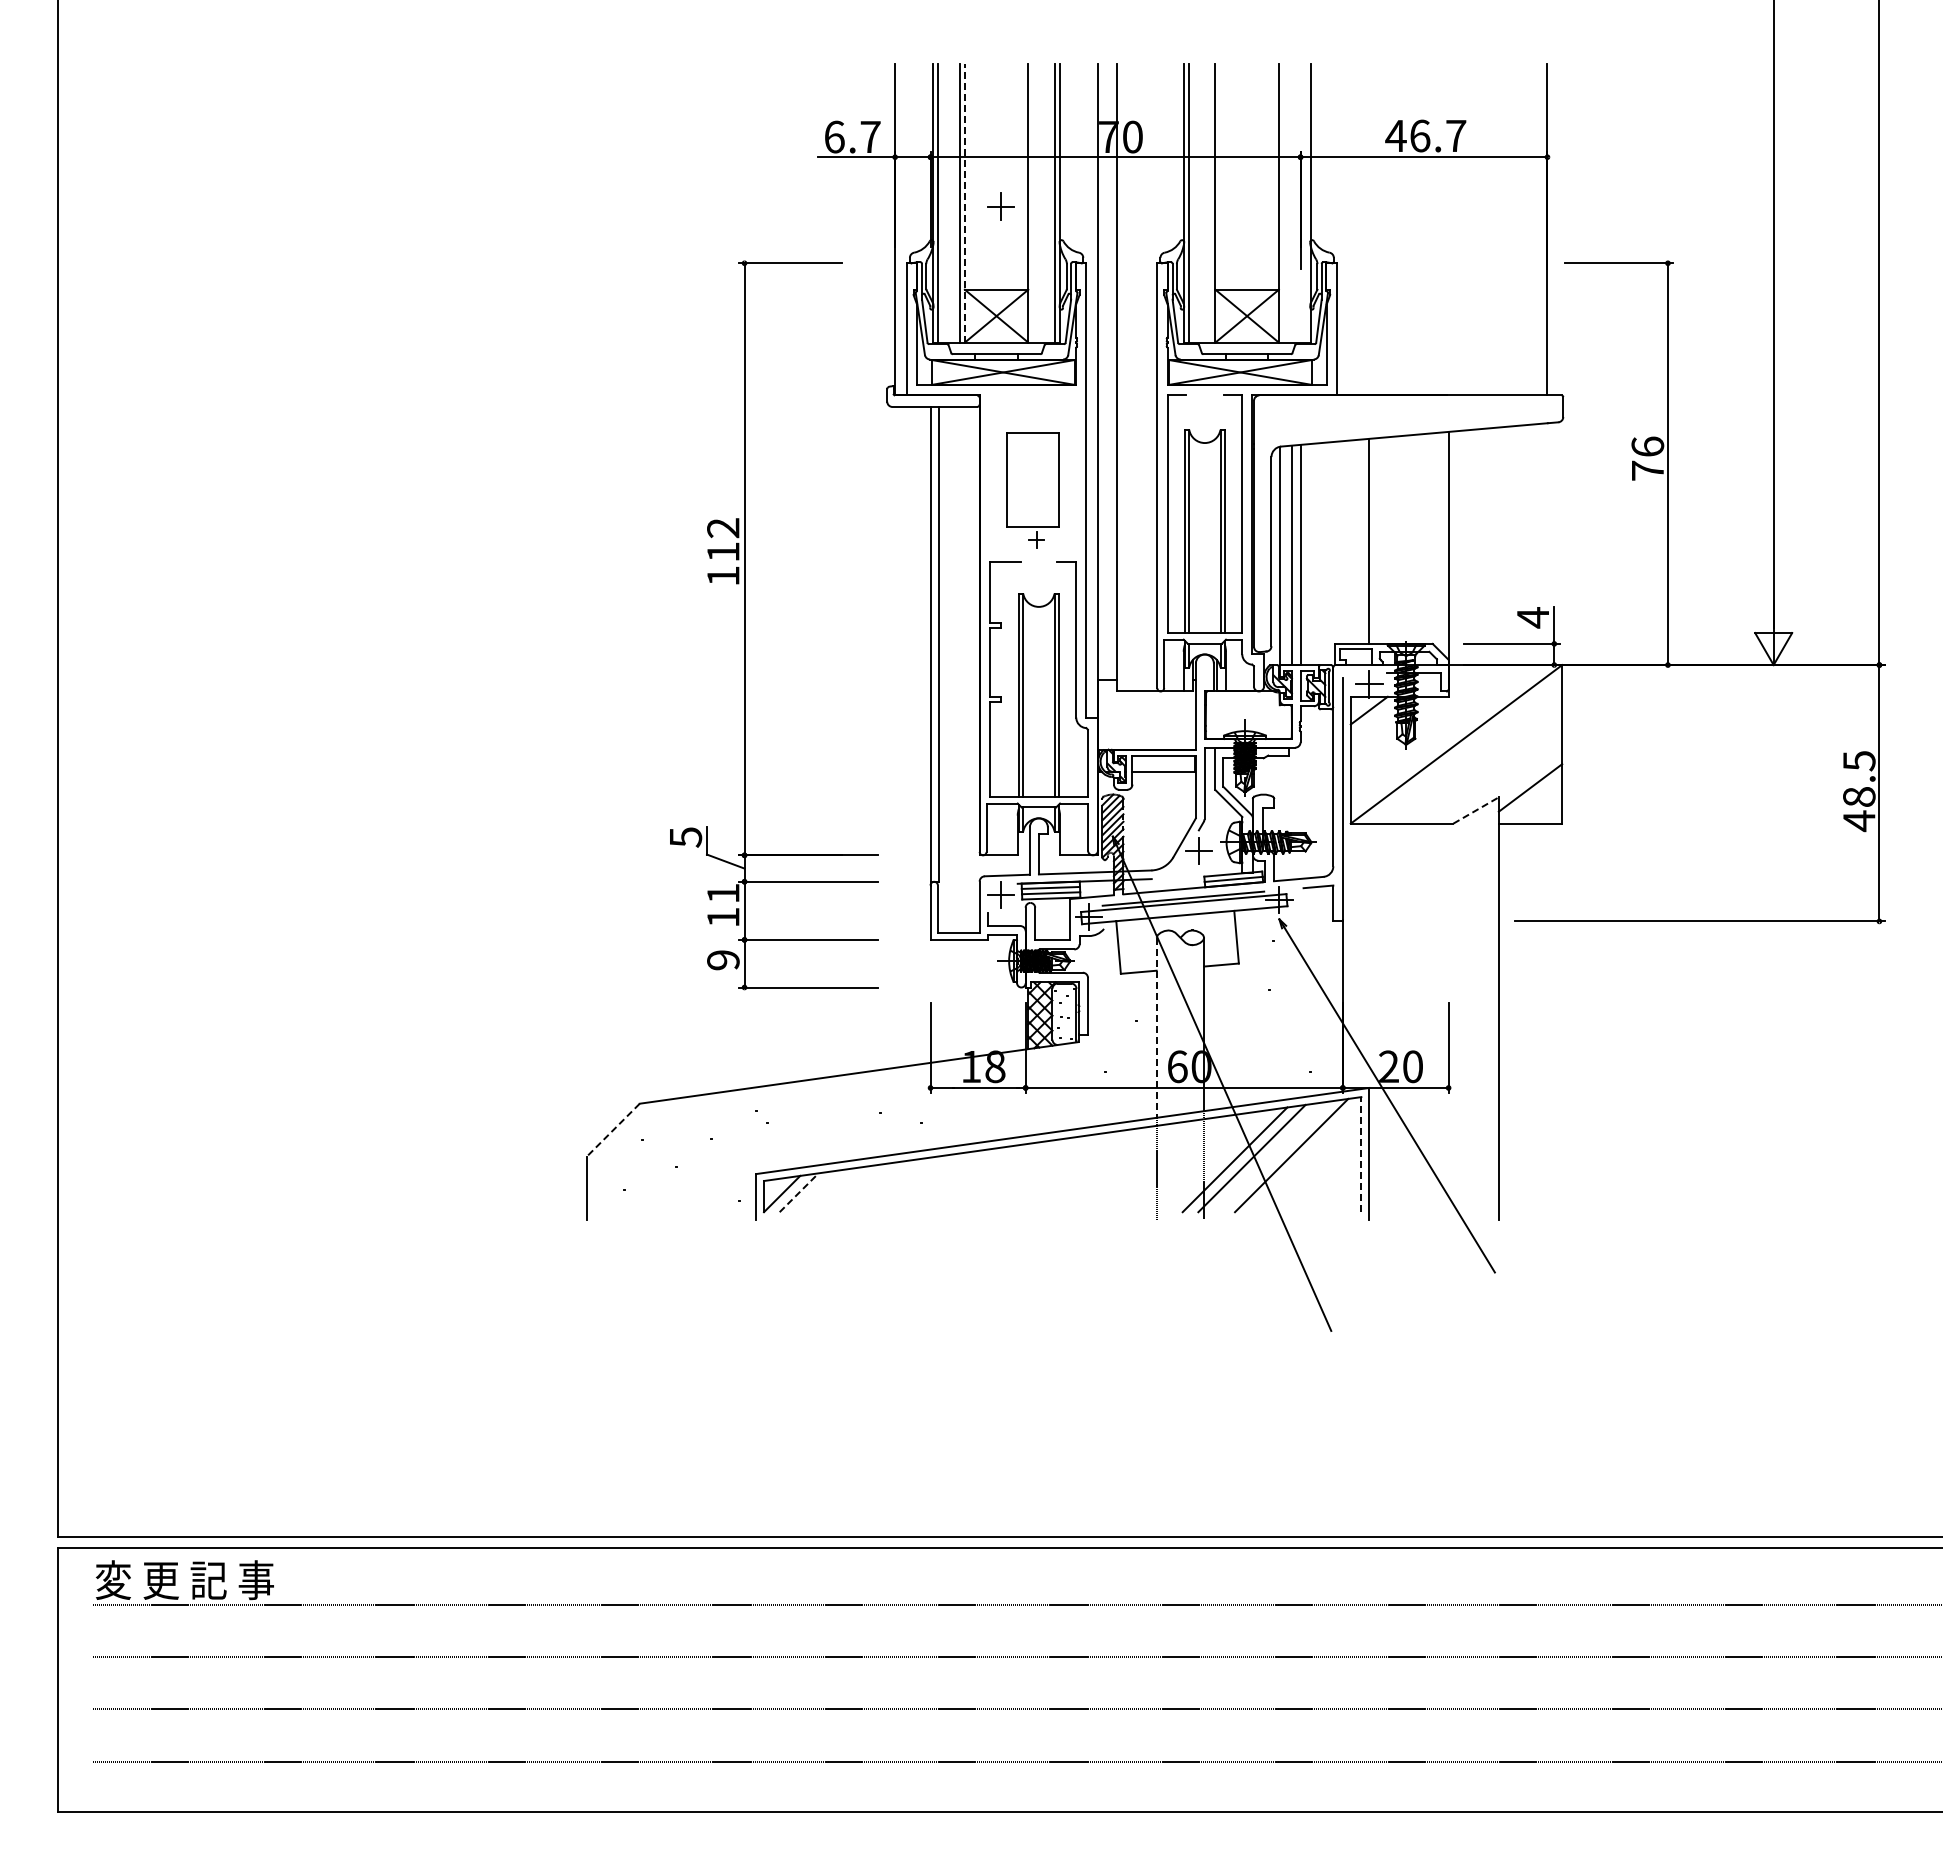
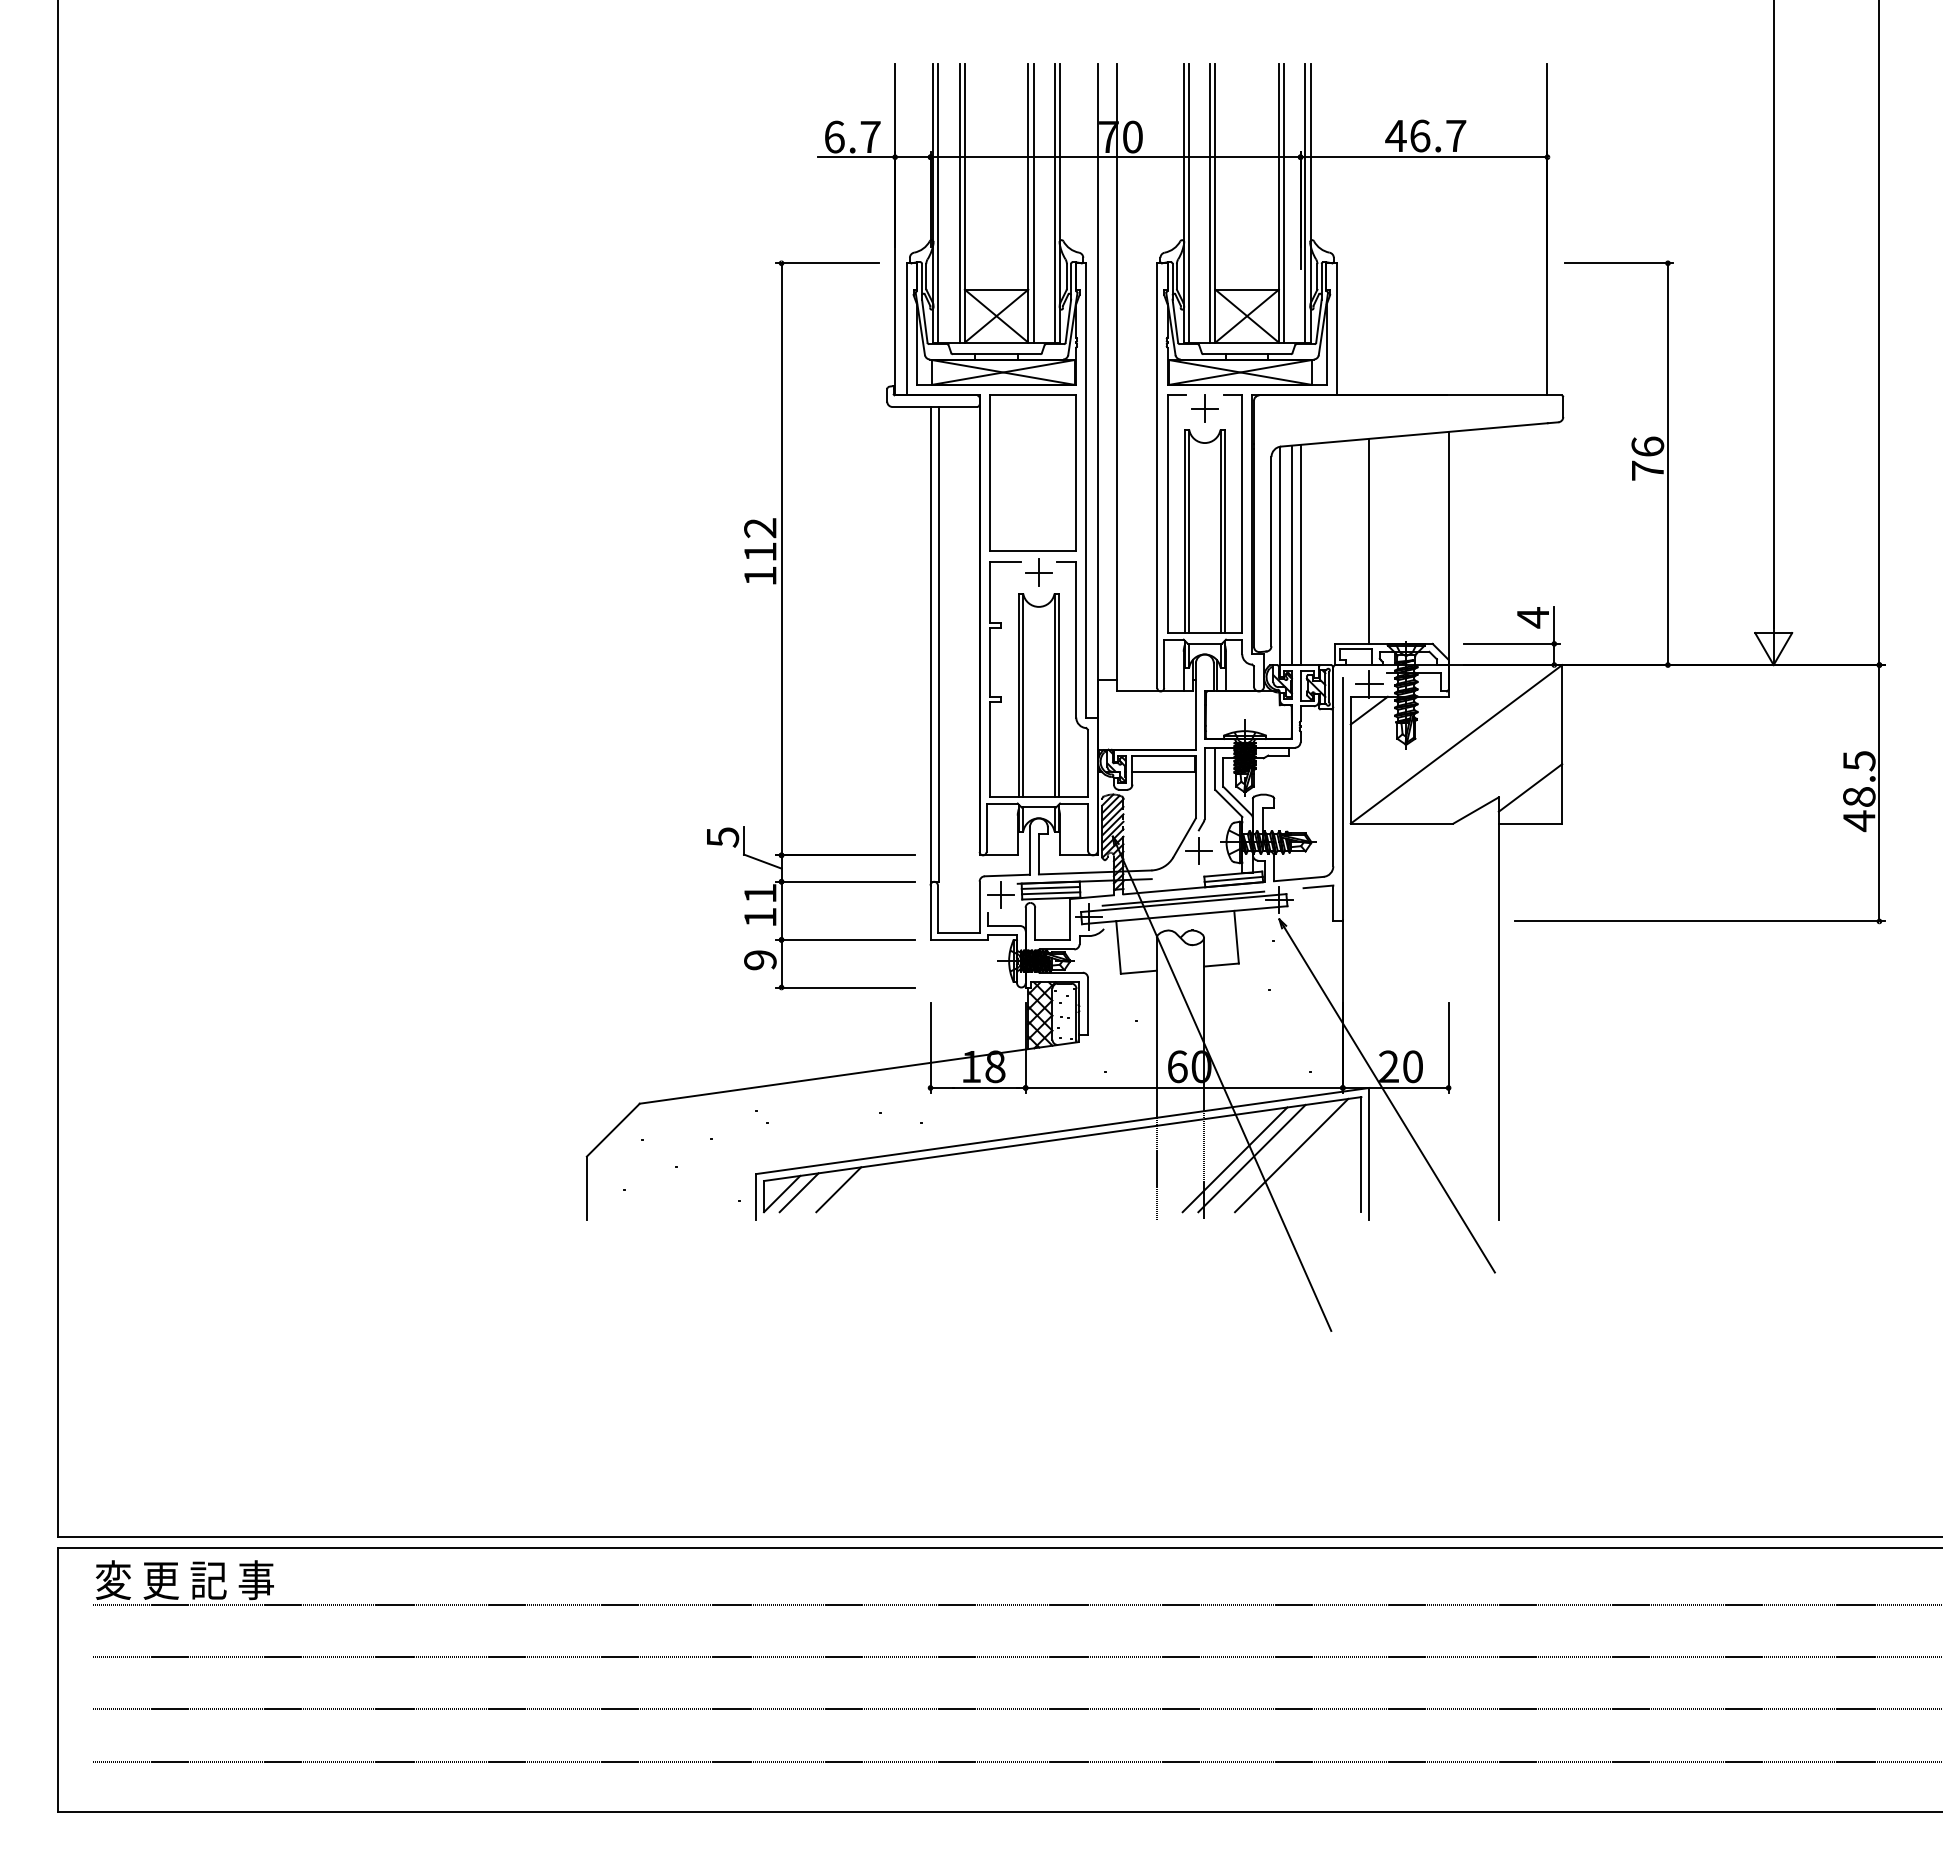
line at (964, 202): dashed -> solid
line at (1033, 202): none -> present
line at (1210, 202): none -> present
line at (1284, 202): none -> present
line at (1305, 202): none -> present
part at (1000, 206) position: (1000, 206) -> (1204, 408)
part at (1032, 490) size: 54x117 px -> 88x193 px
part at (745, 625) position: (745, 625) -> (782, 625)
line at (1476, 810): dashed -> solid
line at (1156, 1027): dashed -> solid
line at (612, 1130): dashed -> solid
line at (1361, 1154): dashed -> solid
line at (838, 1189): none -> present
line at (799, 1192): dashed -> solid
